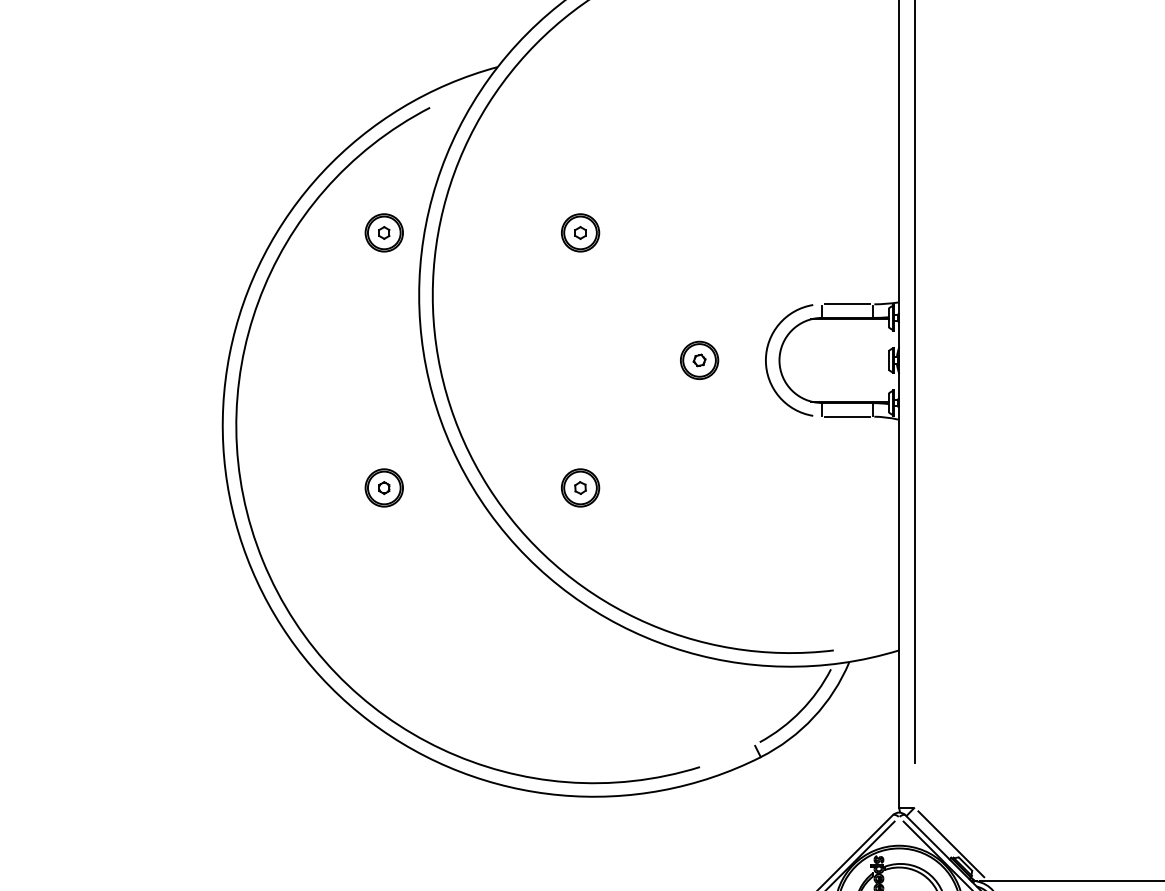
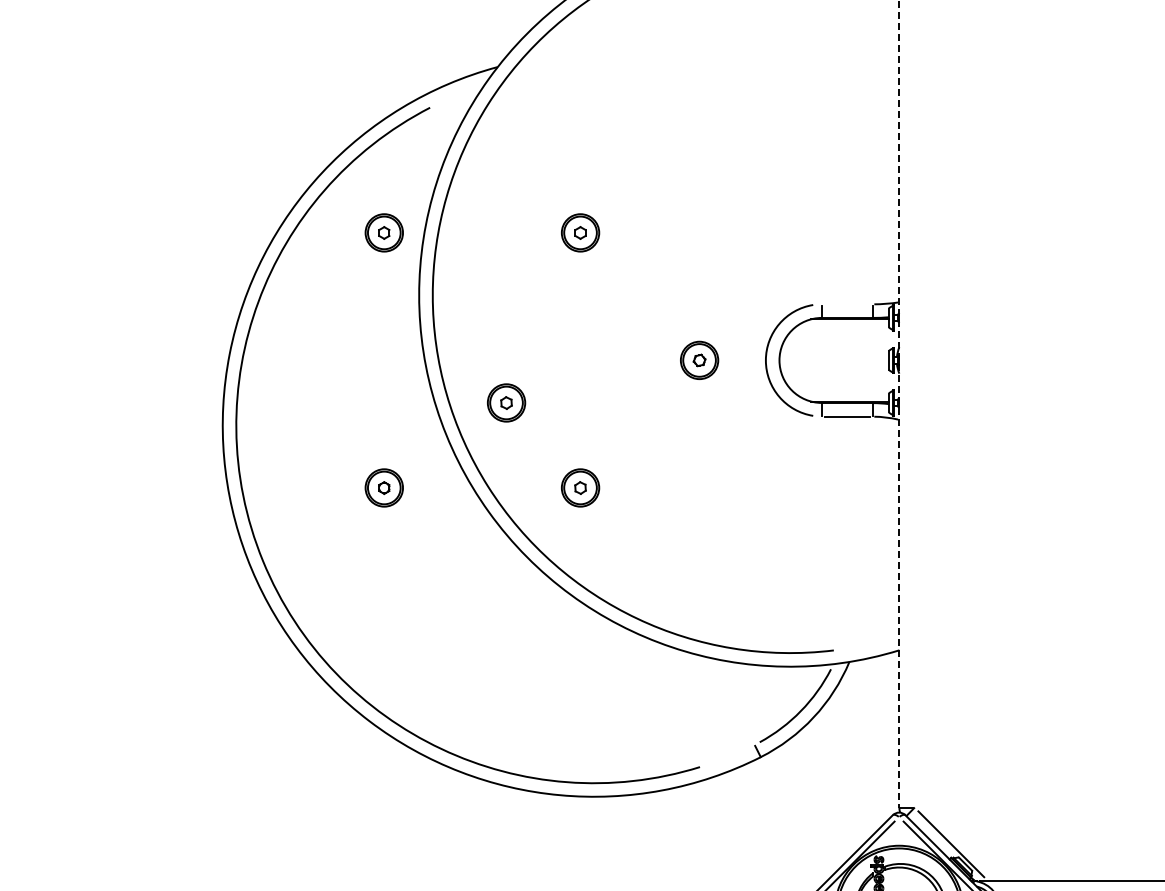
line at (847, 304): present -> none
line at (914, 382): present -> none
part at (506, 402): none -> present
line at (899, 403): solid -> dashed
